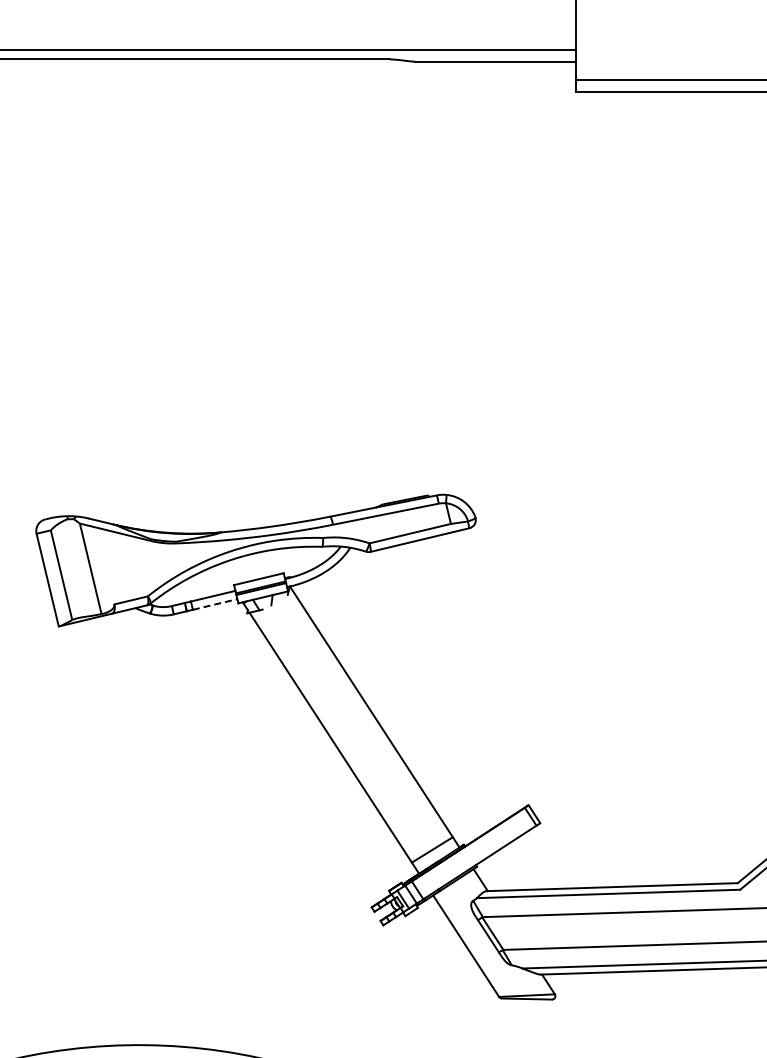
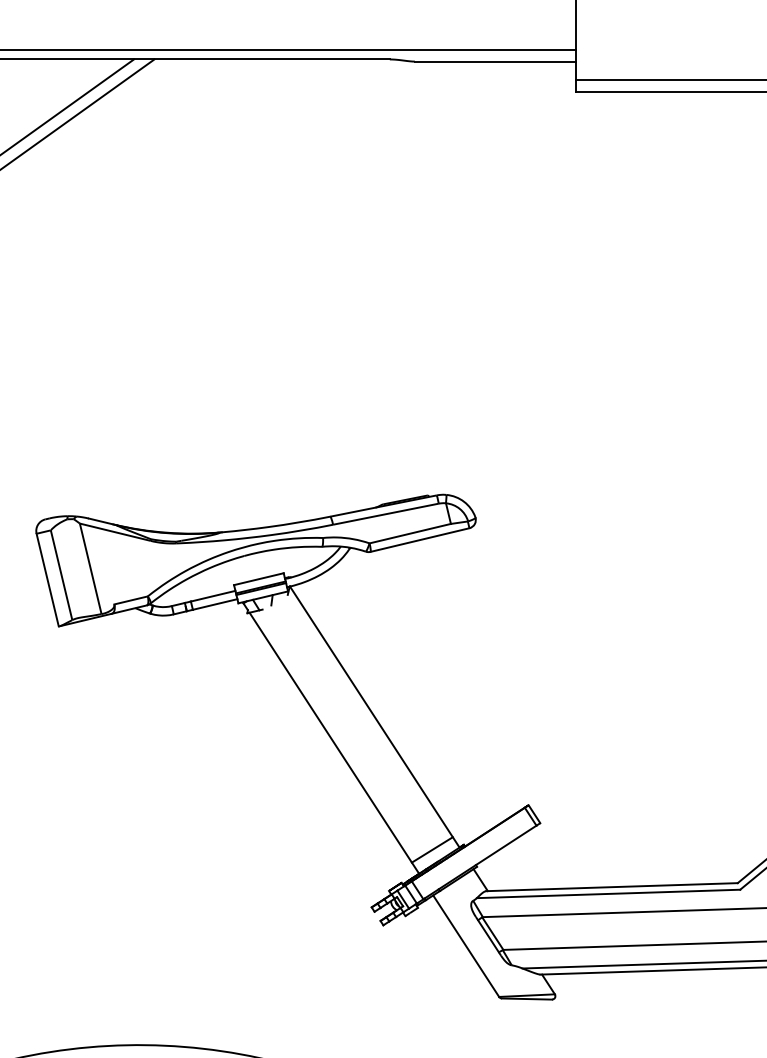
line at (68, 106): none -> present
line at (78, 113): none -> present
line at (215, 604): dashed -> solid
